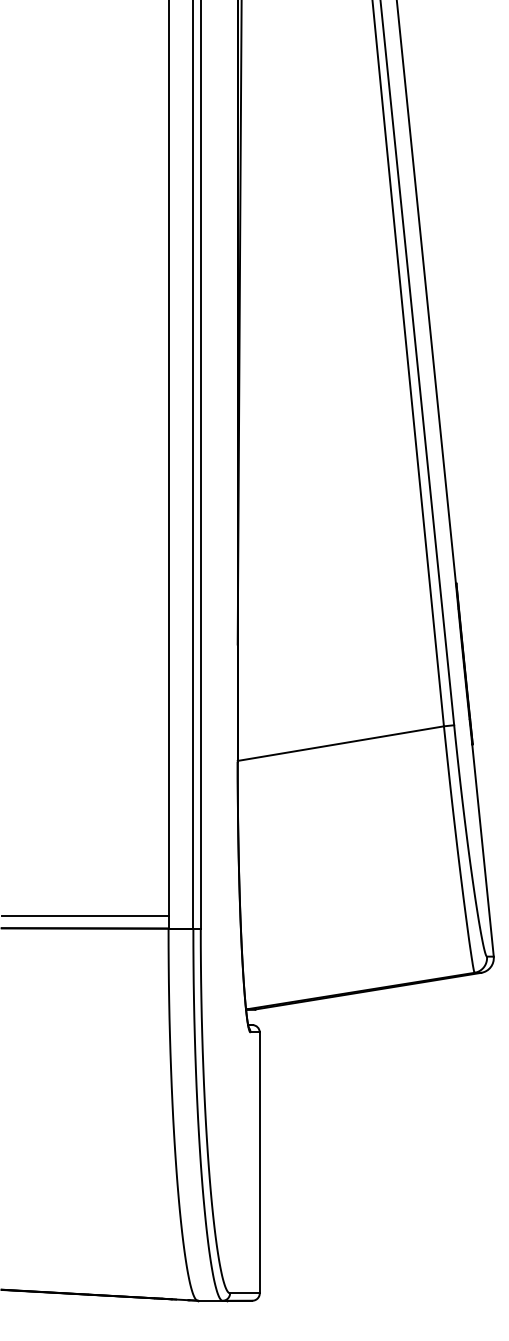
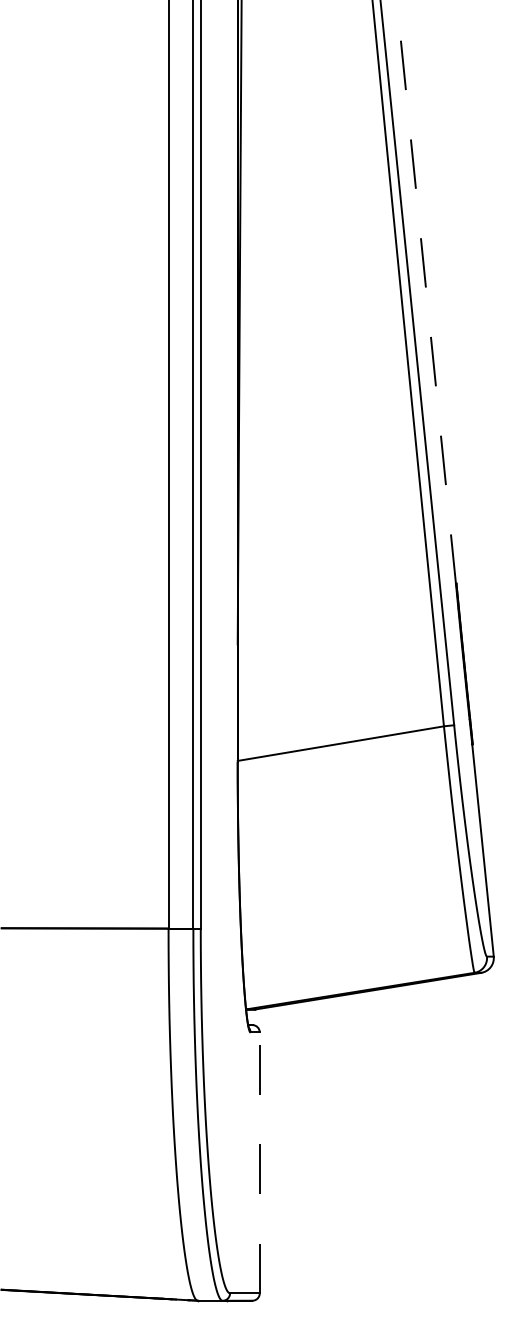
line at (426, 292): solid -> dashed
line at (85, 916): present -> none
line at (259, 1162): solid -> dashed
